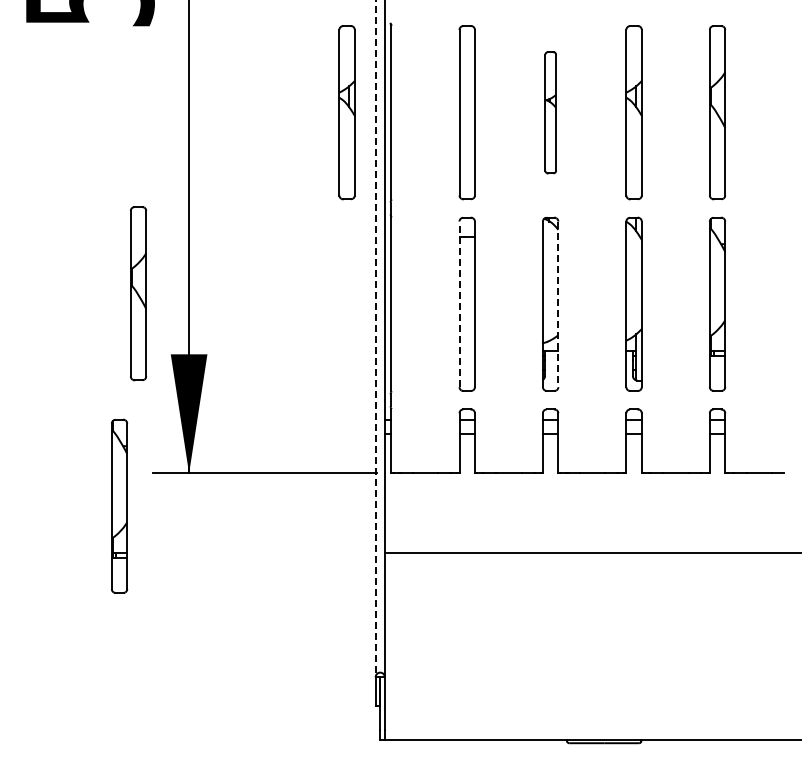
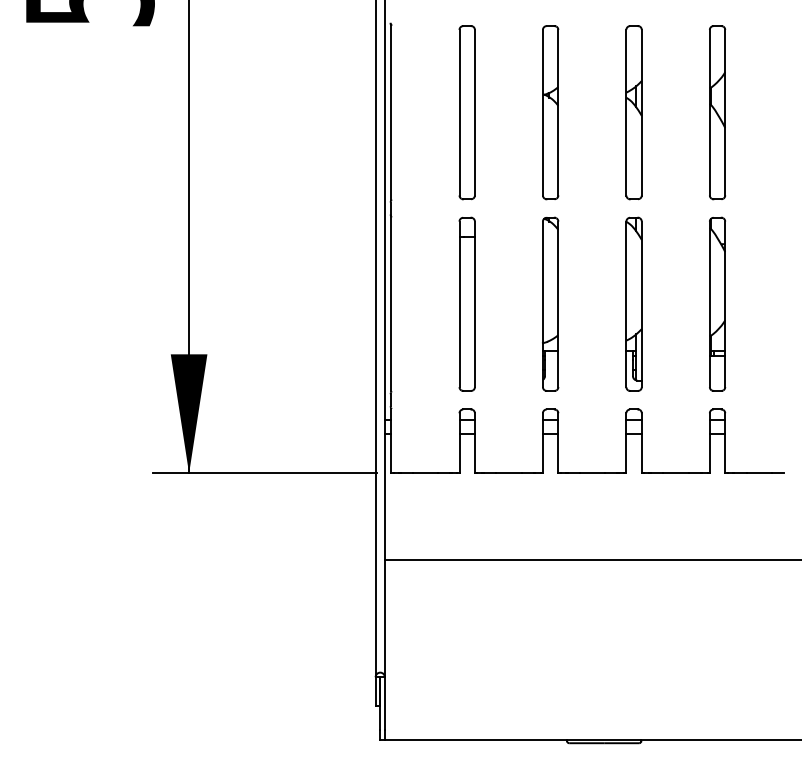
part at (346, 112): present -> none
part at (550, 112) size: 13x124 px -> 18x176 px
part at (138, 293): present -> none
line at (459, 304): dashed -> solid
line at (558, 304): dashed -> solid
line at (375, 339): dashed -> solid
part at (119, 505): present -> none
line at (591, 552) position: (591, 552) -> (591, 559)
